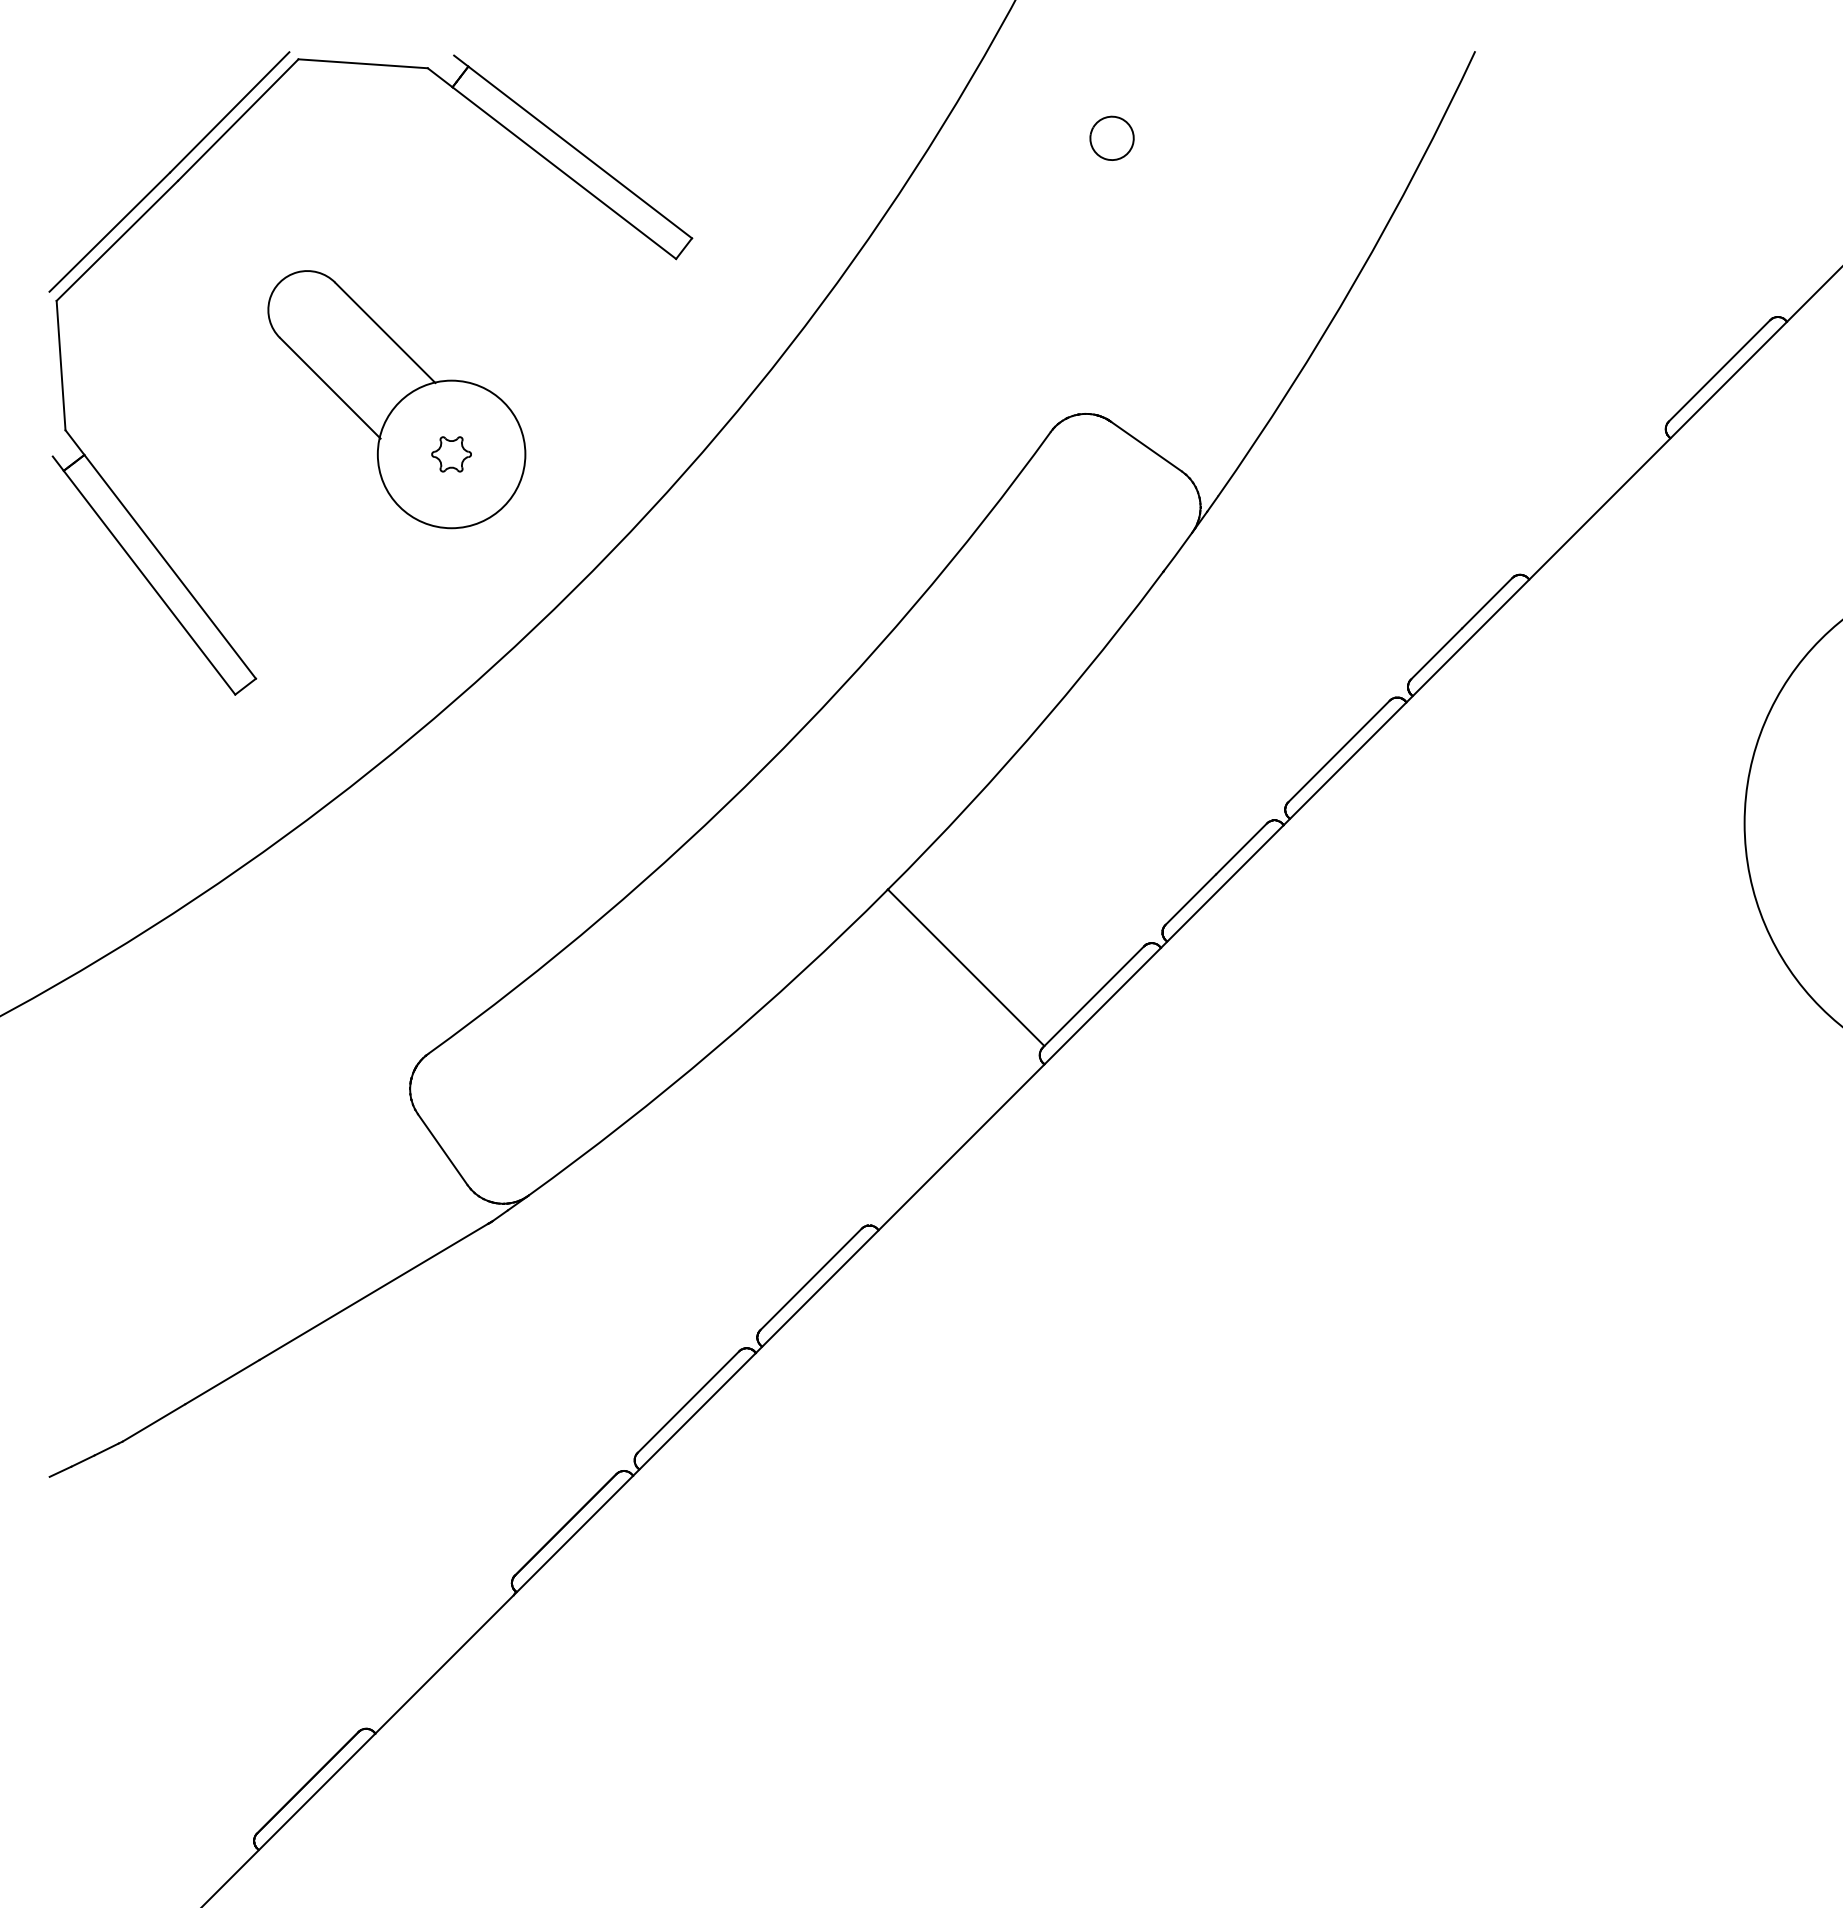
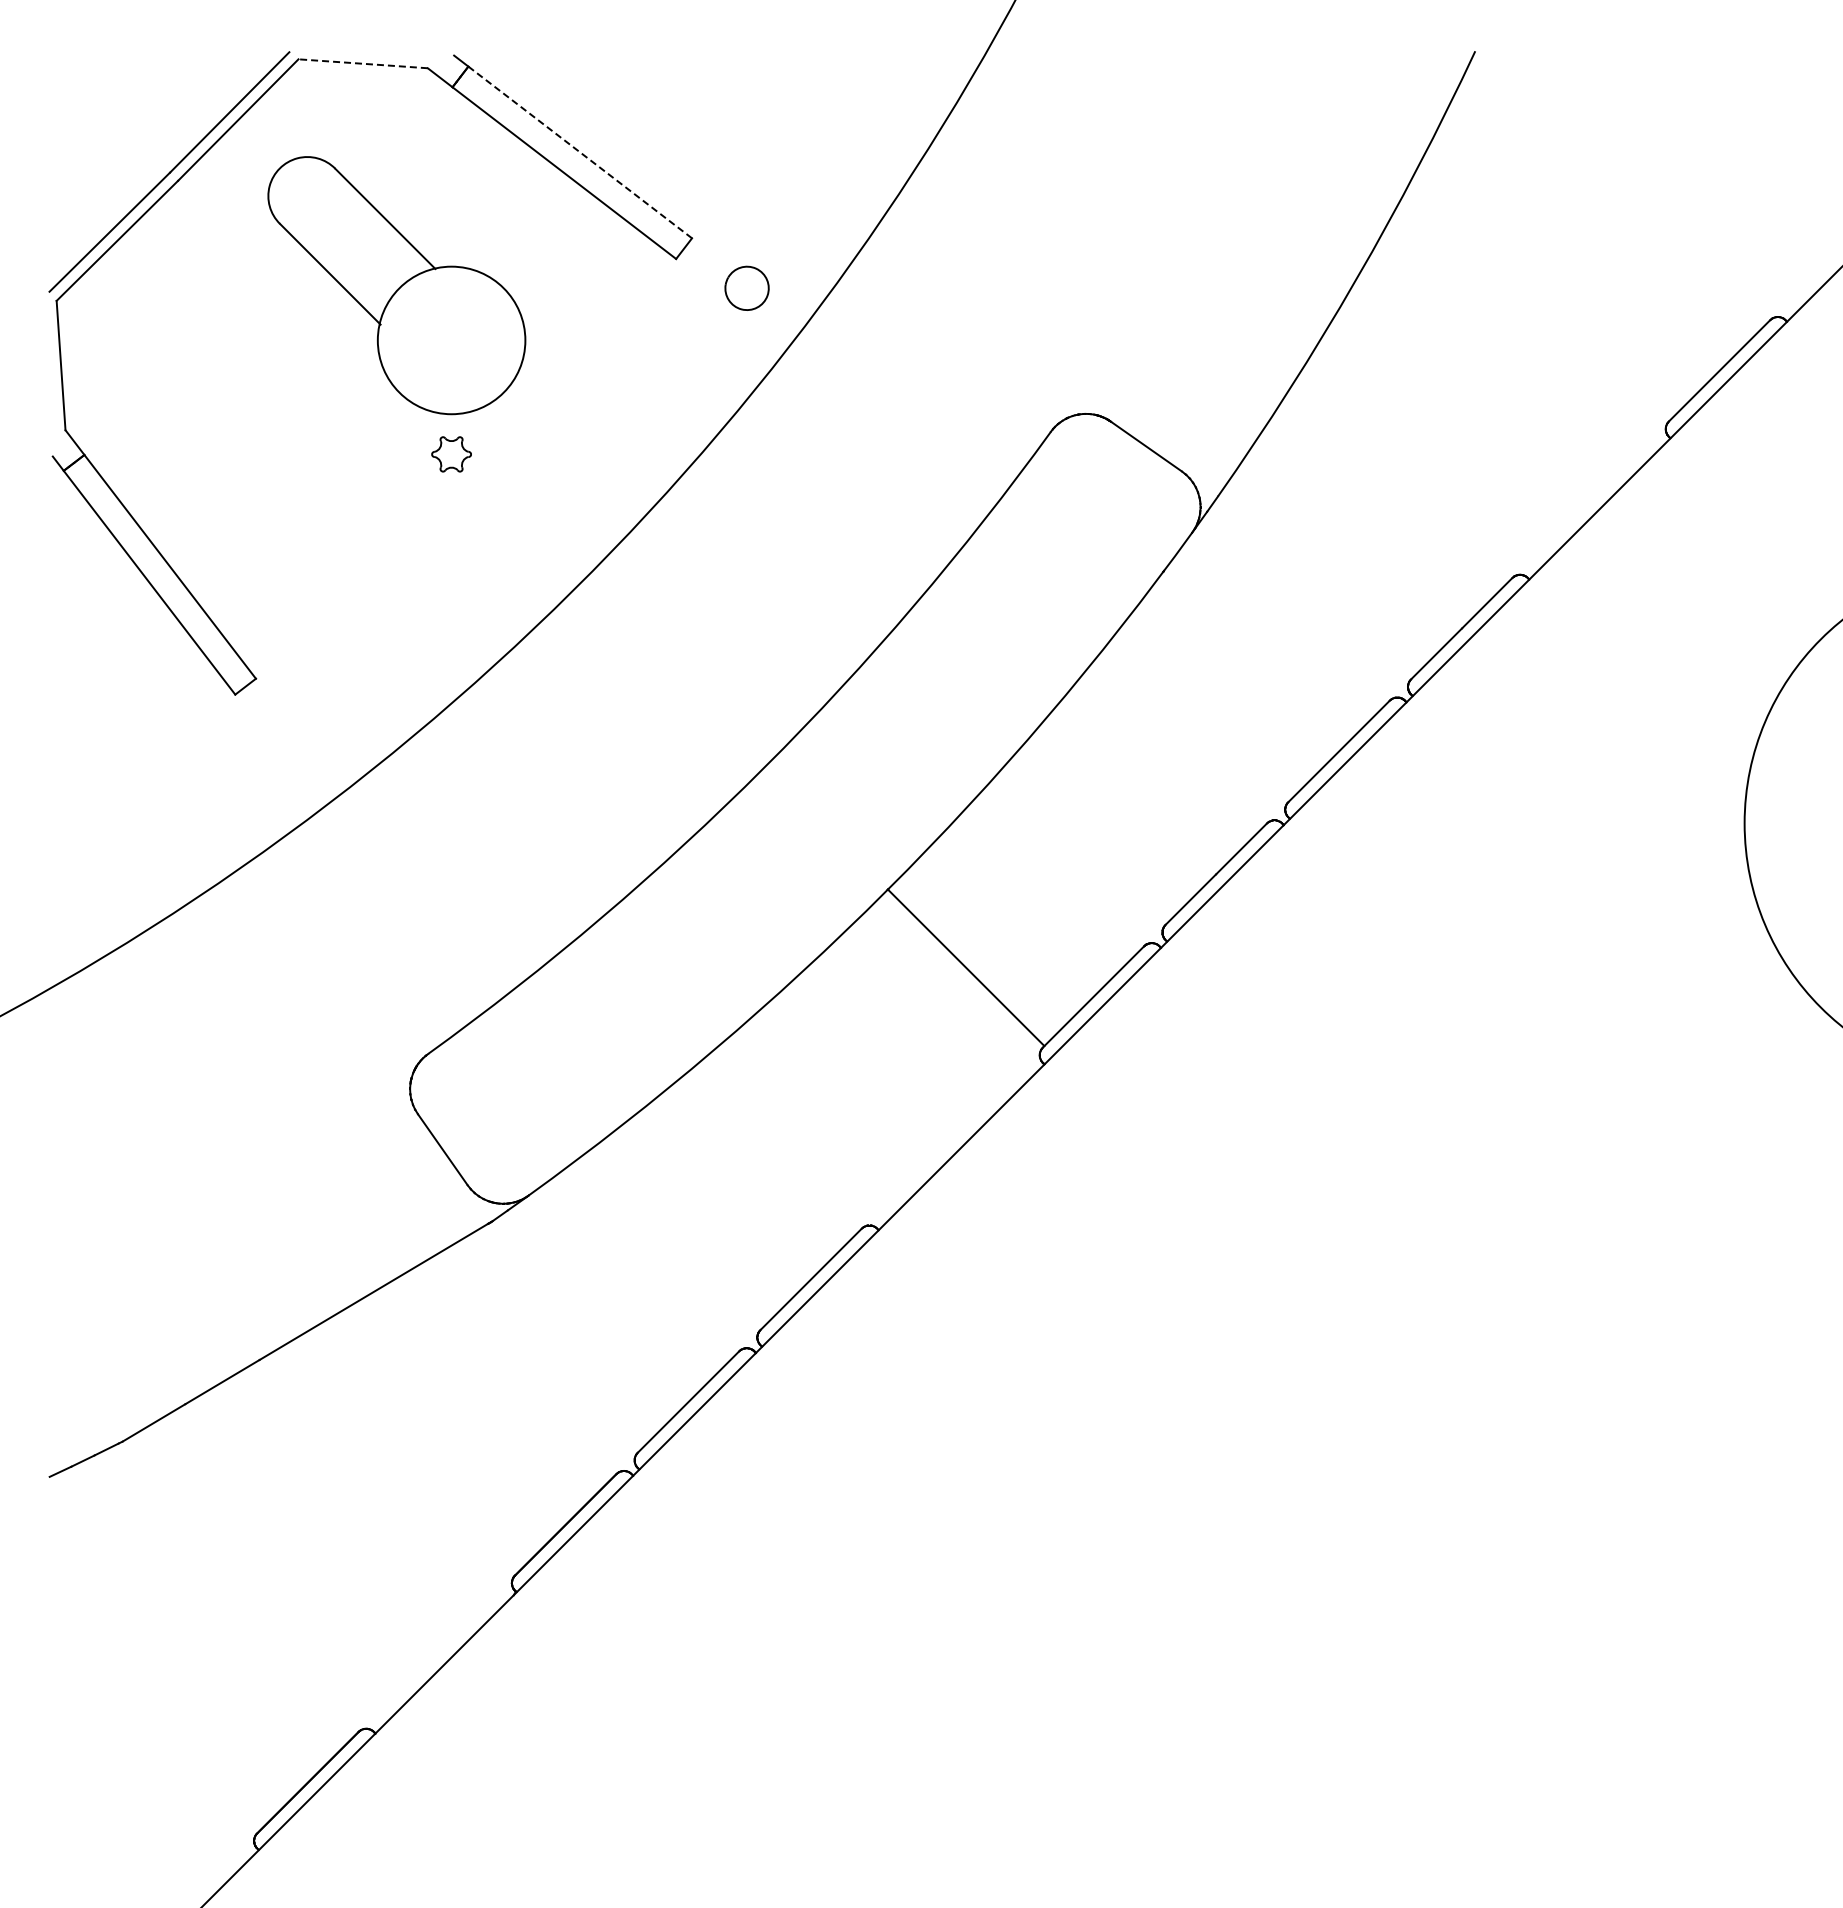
line at (363, 63): solid -> dashed
part at (1111, 137) position: (1111, 137) -> (746, 287)
line at (580, 152): solid -> dashed
part at (396, 399) position: (396, 399) -> (396, 285)
